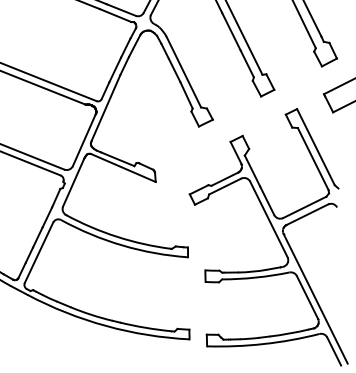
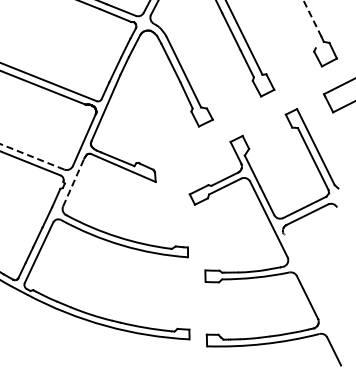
line at (312, 18): solid -> dashed
line at (304, 25): present -> none
line at (31, 156): solid -> dashed
line at (73, 182): solid -> dashed
line at (315, 298): present -> none
